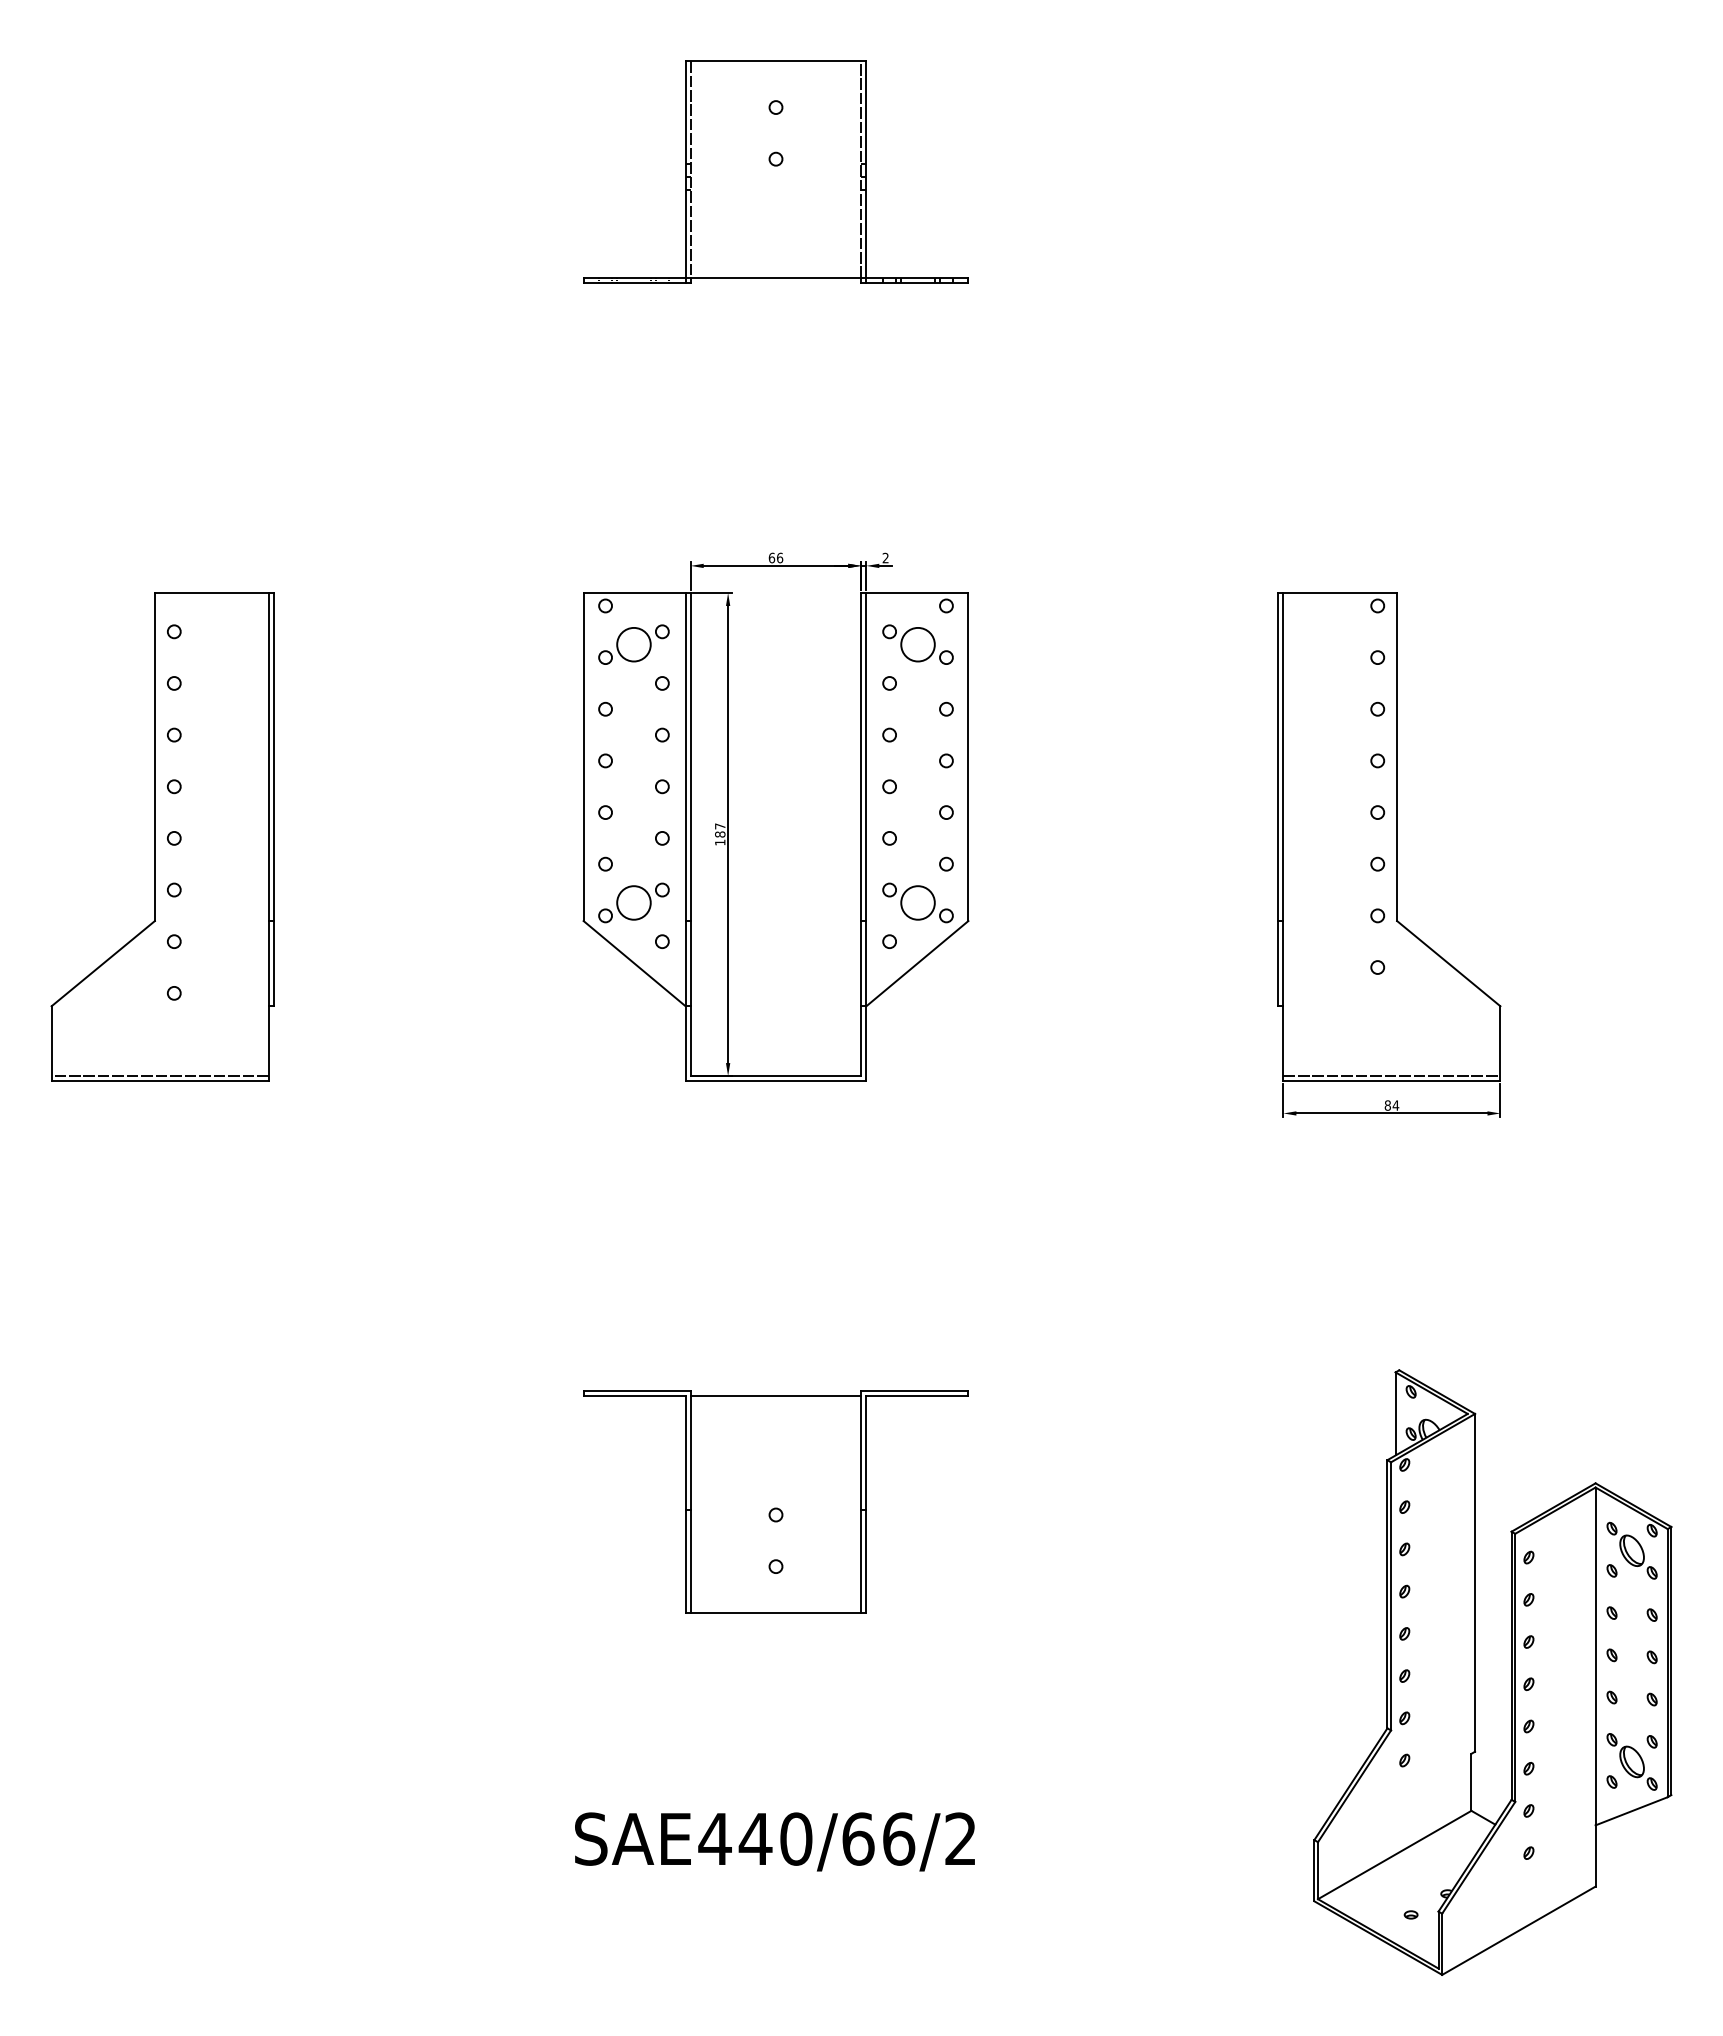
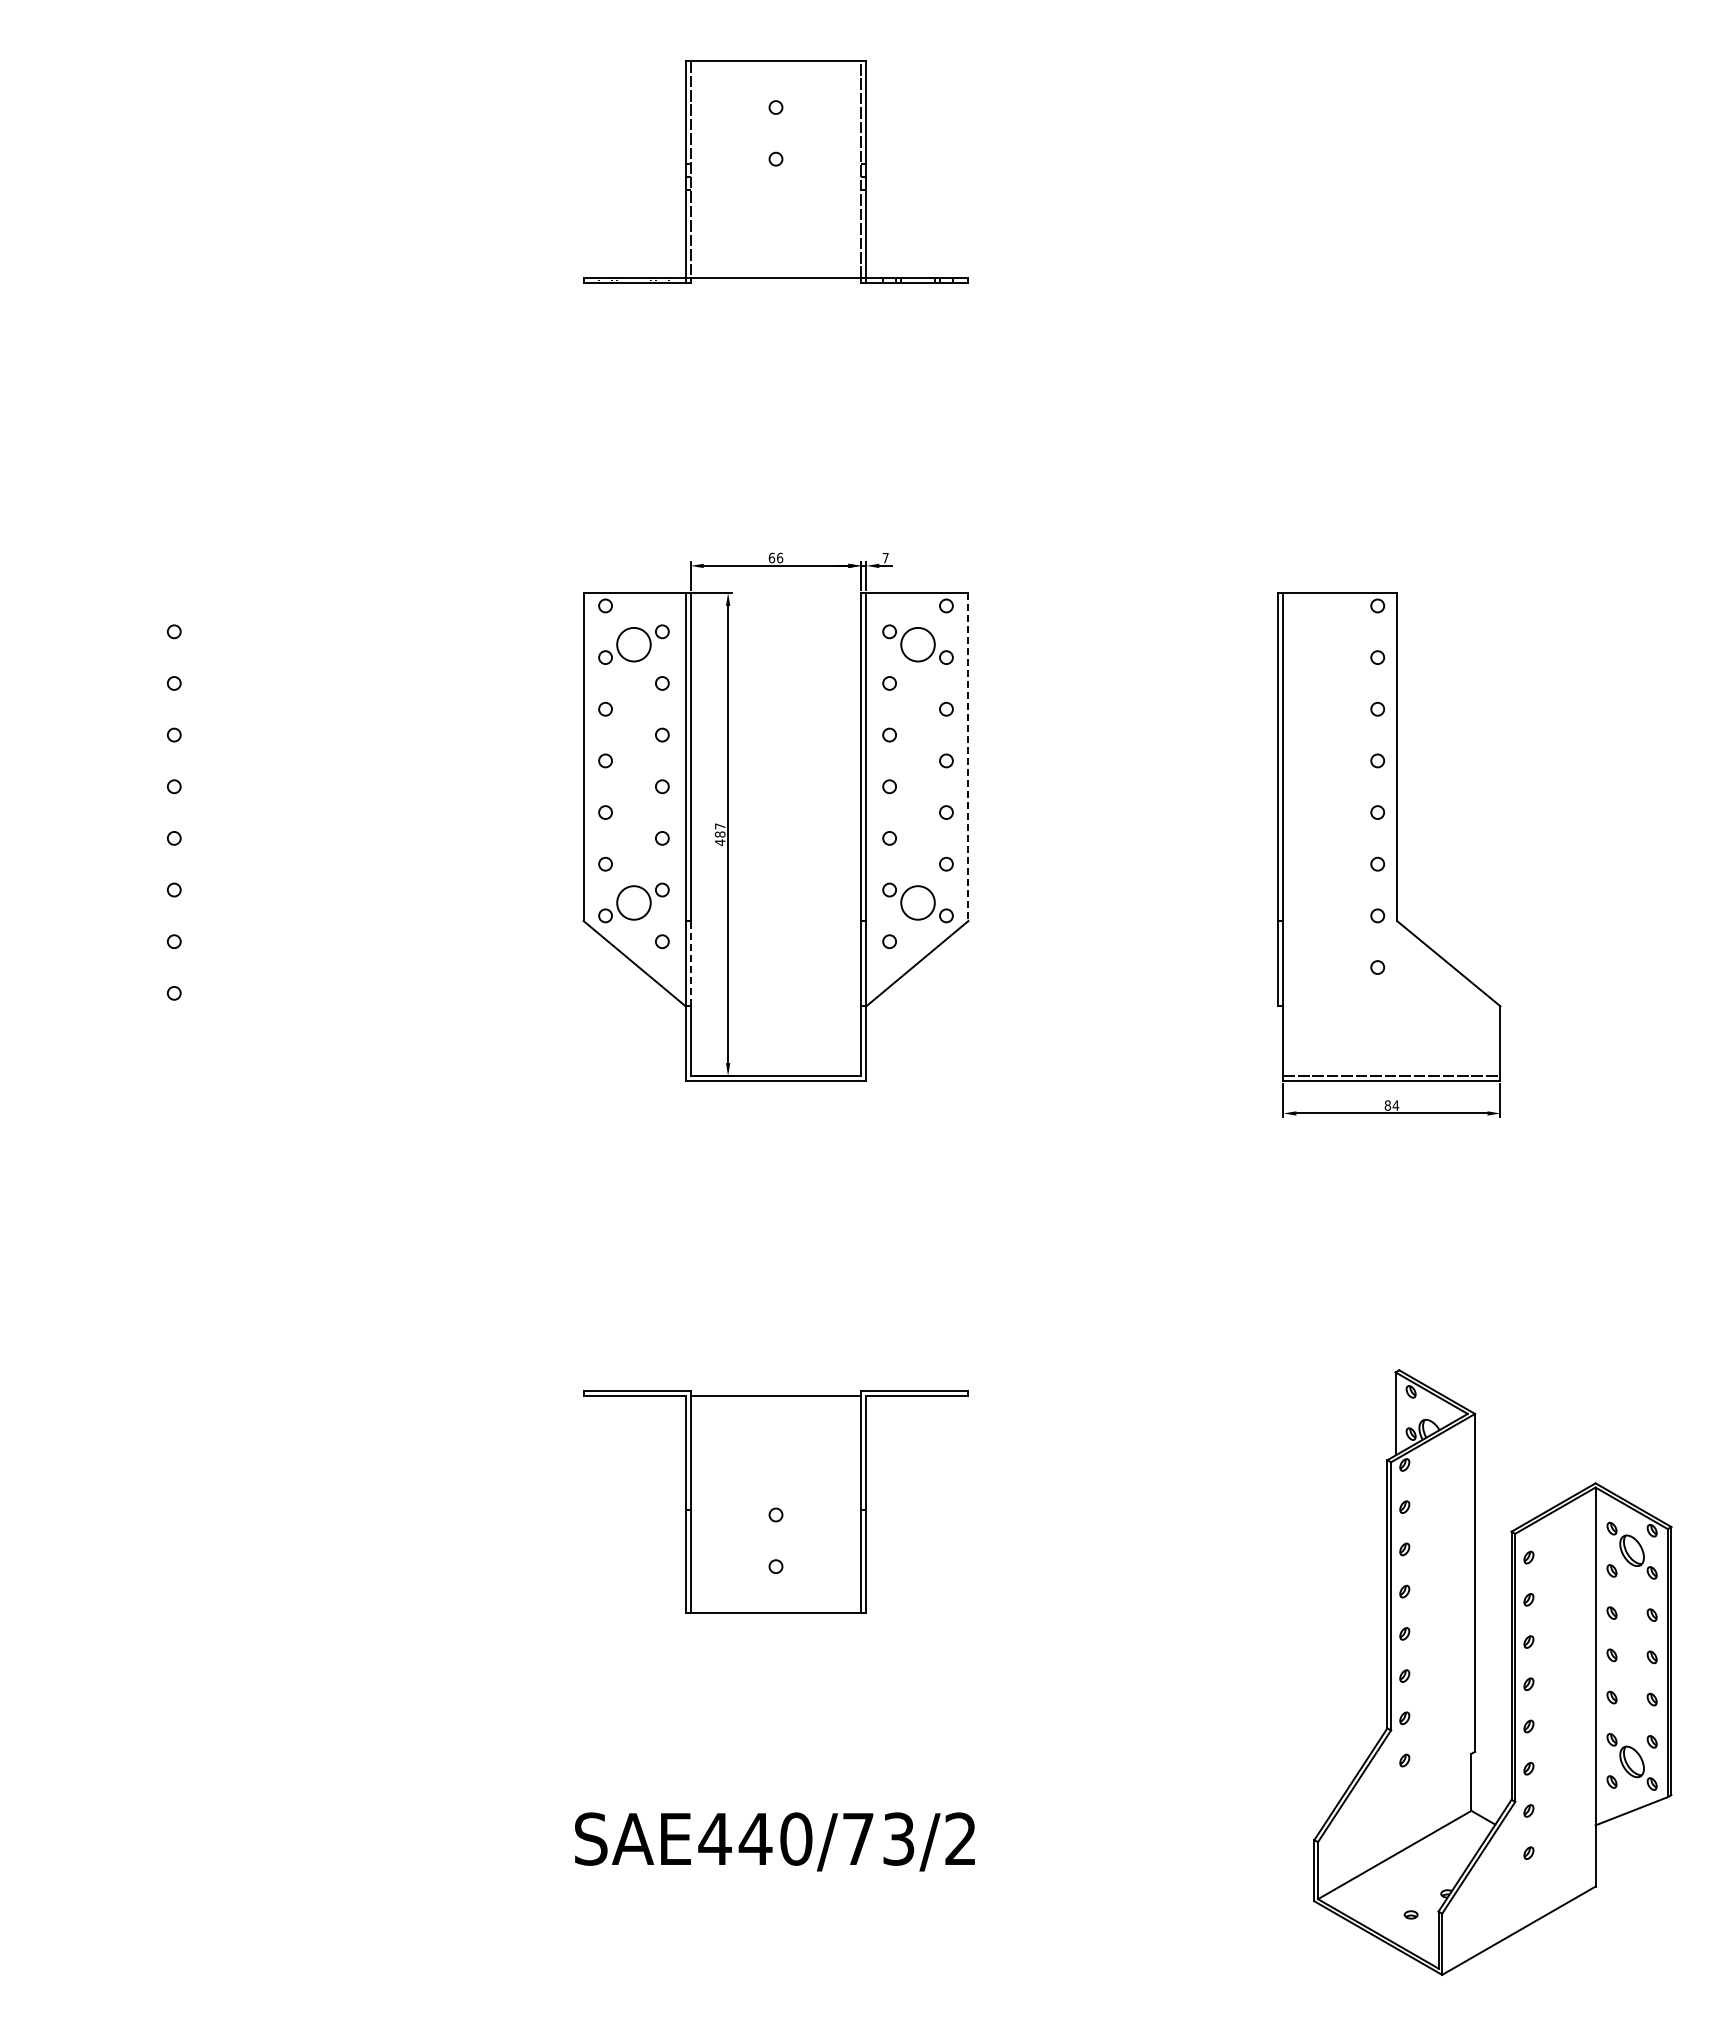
text at (885, 557): 2 -> 7
line at (968, 757): solid -> dashed
part at (162, 836): present -> none
text at (720, 842): 187 -> 487
line at (690, 963): solid -> dashed
text at (878, 1838): SAE440/66/2 -> SAE440/73/2
